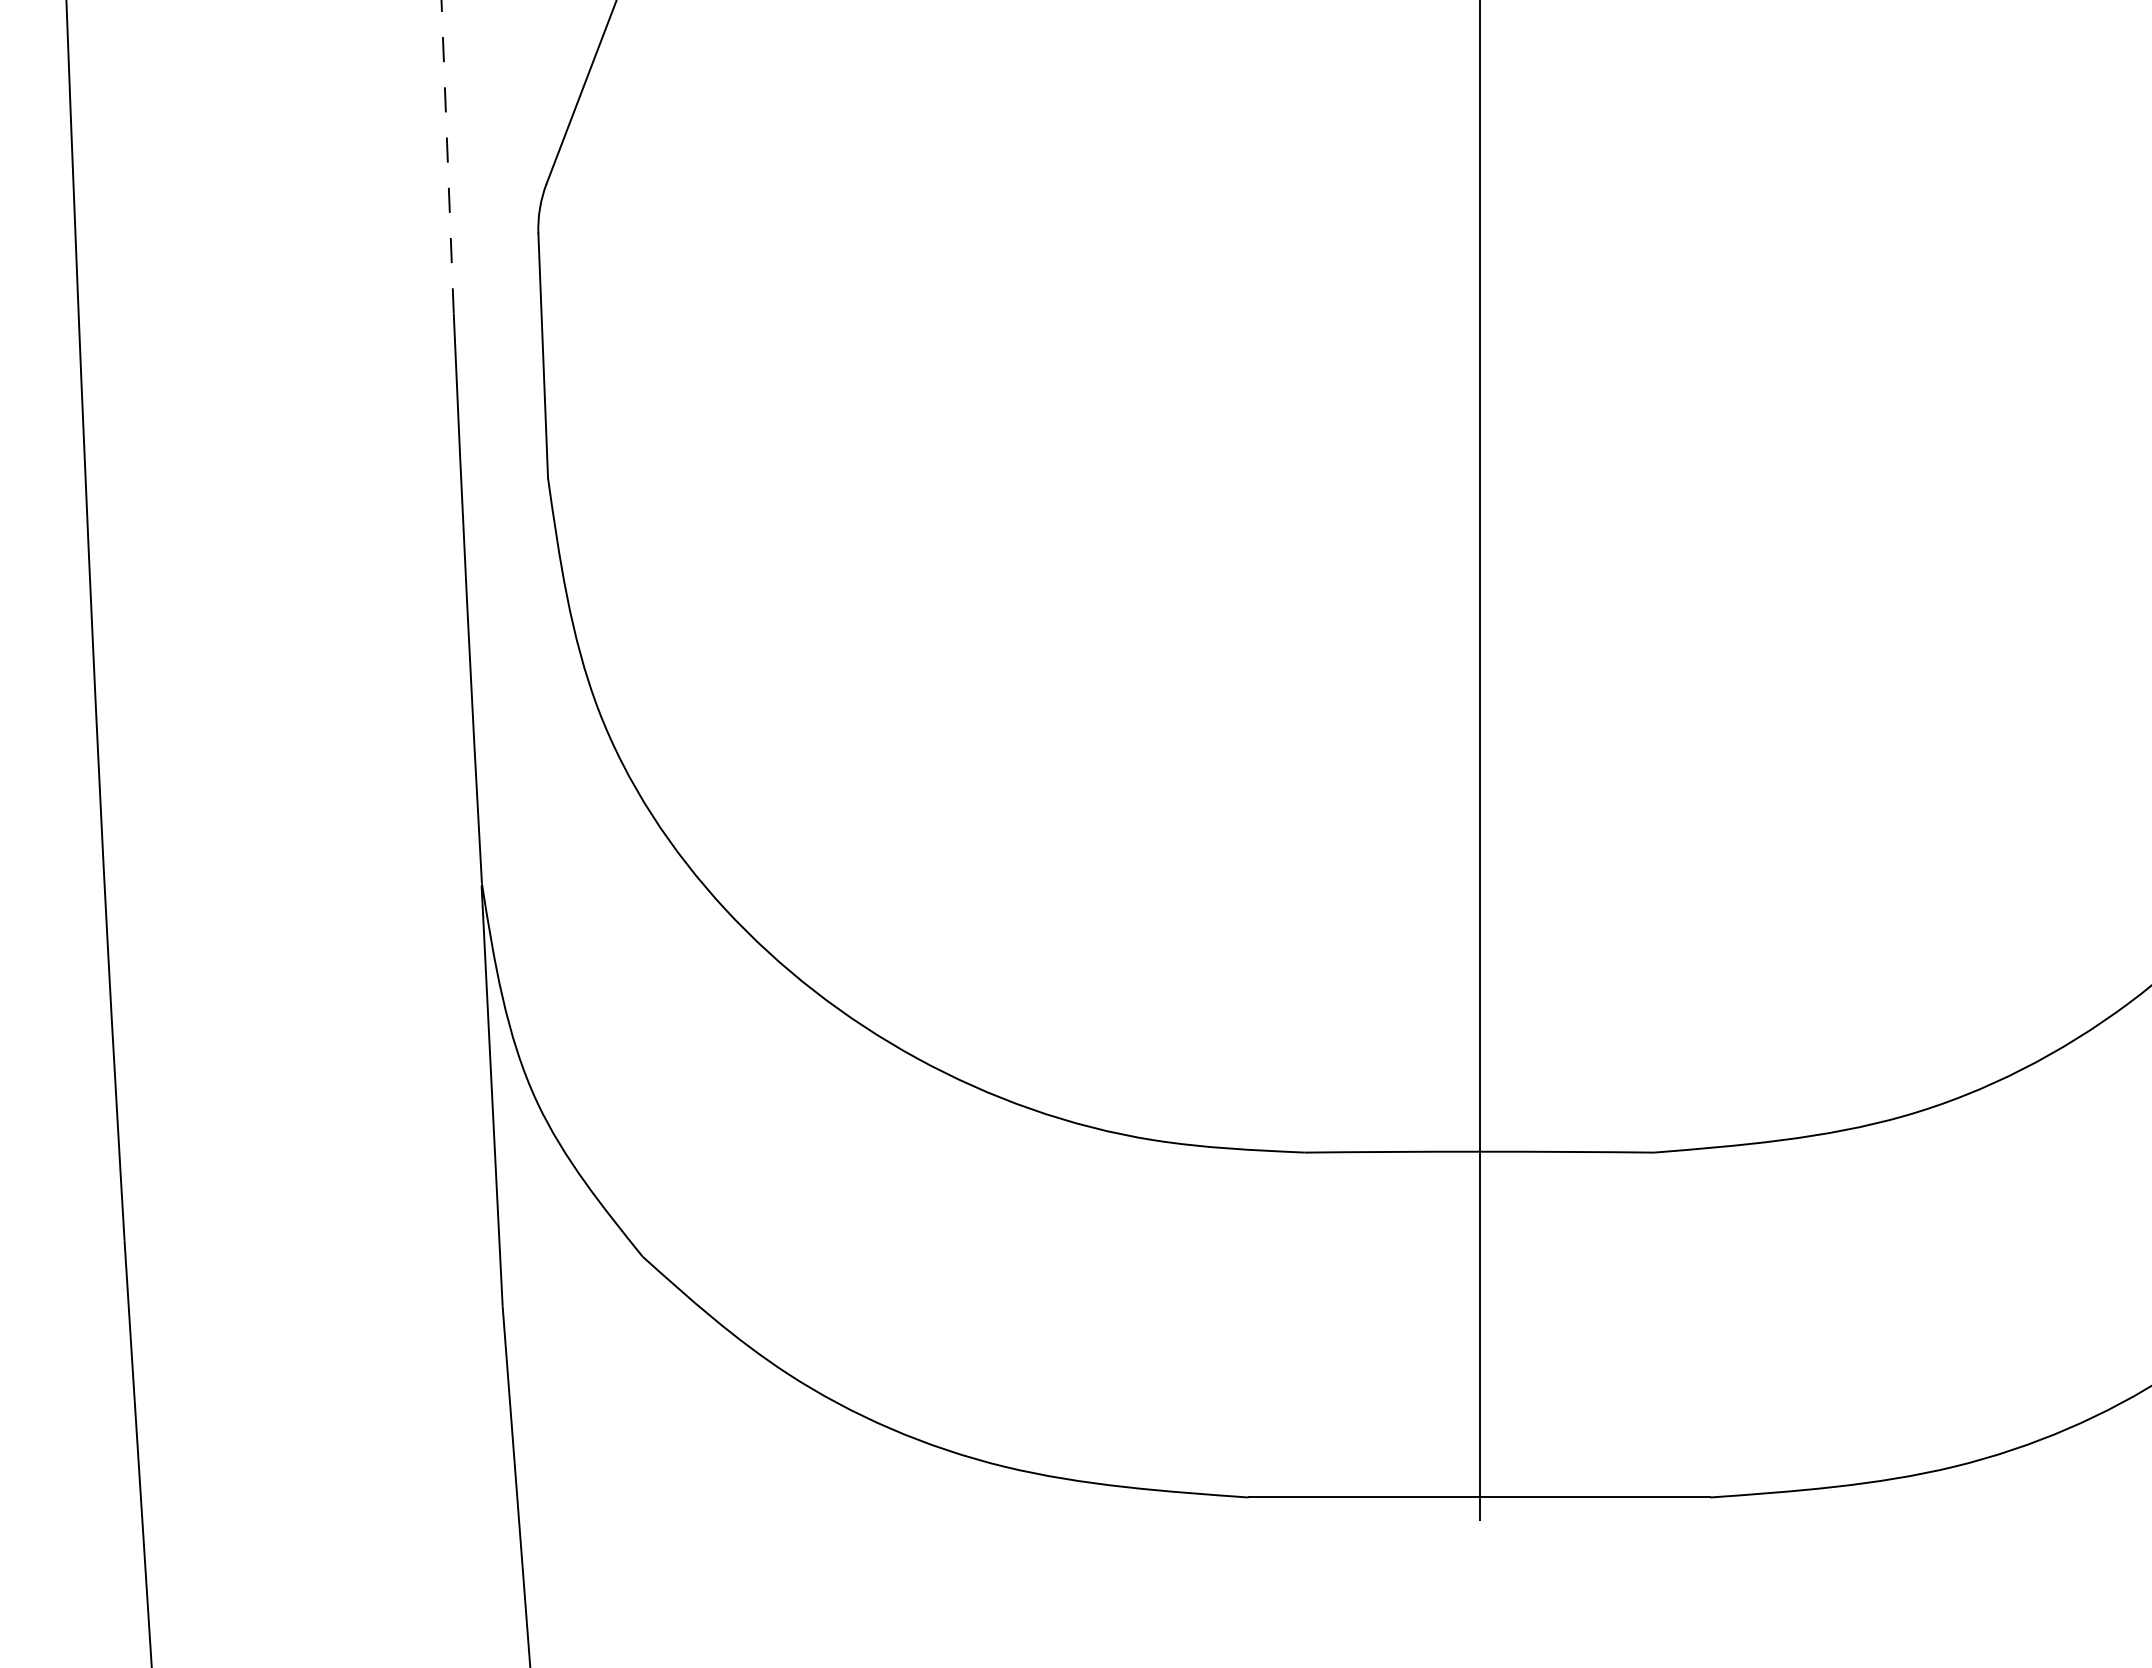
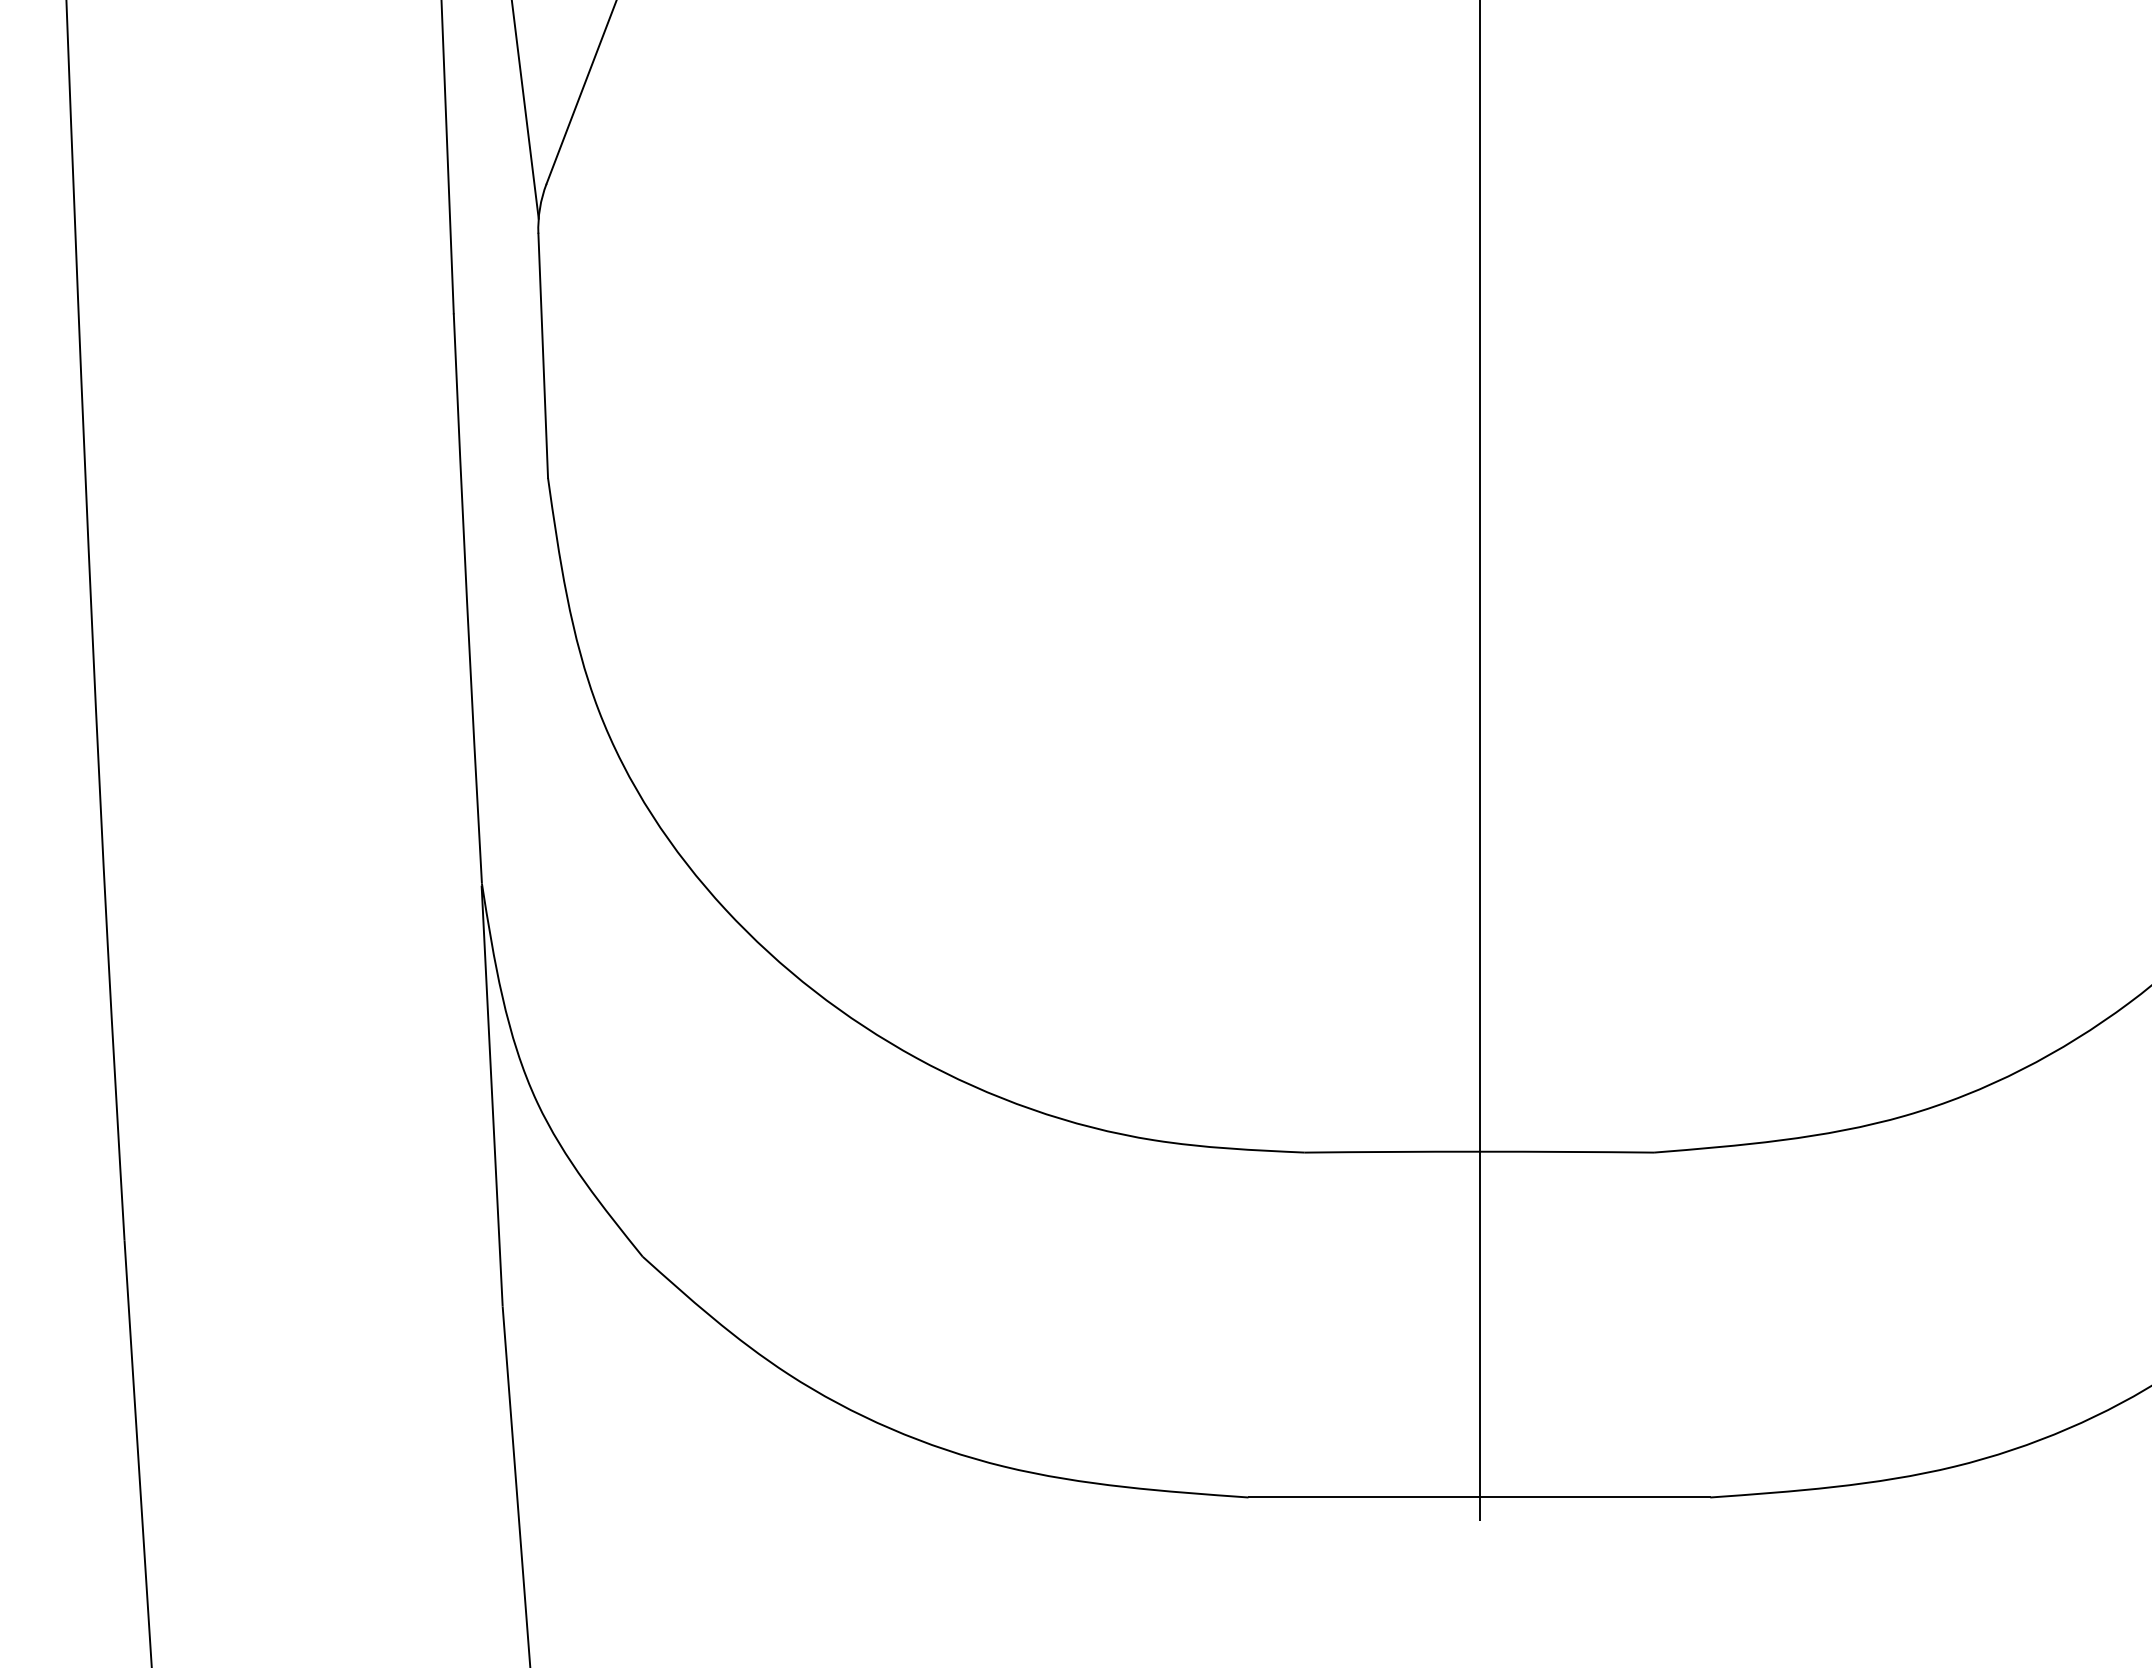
line at (525, 110): none -> present
line at (447, 156): dashed -> solid
